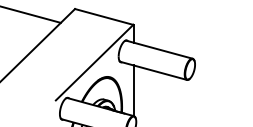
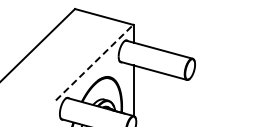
line at (31, 14): present -> none
line at (94, 62): solid -> dashed
